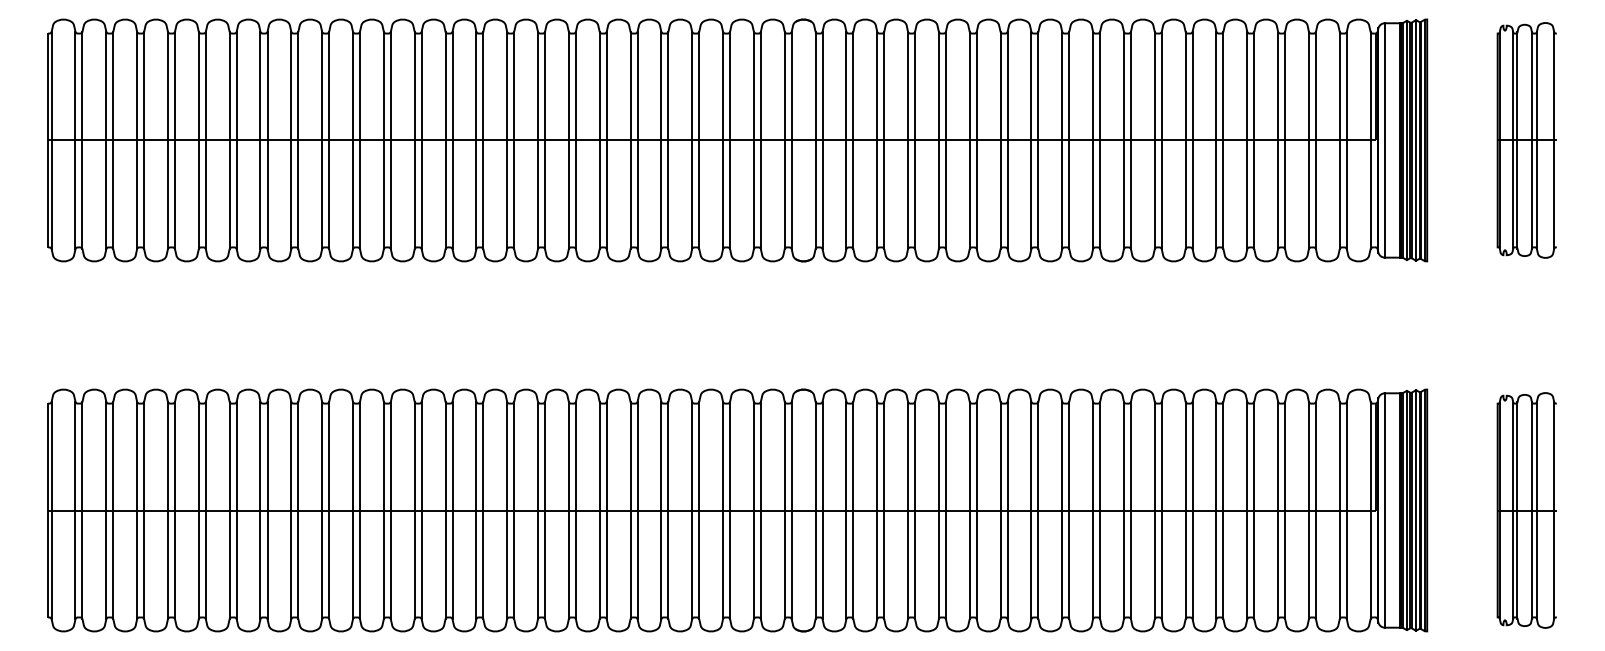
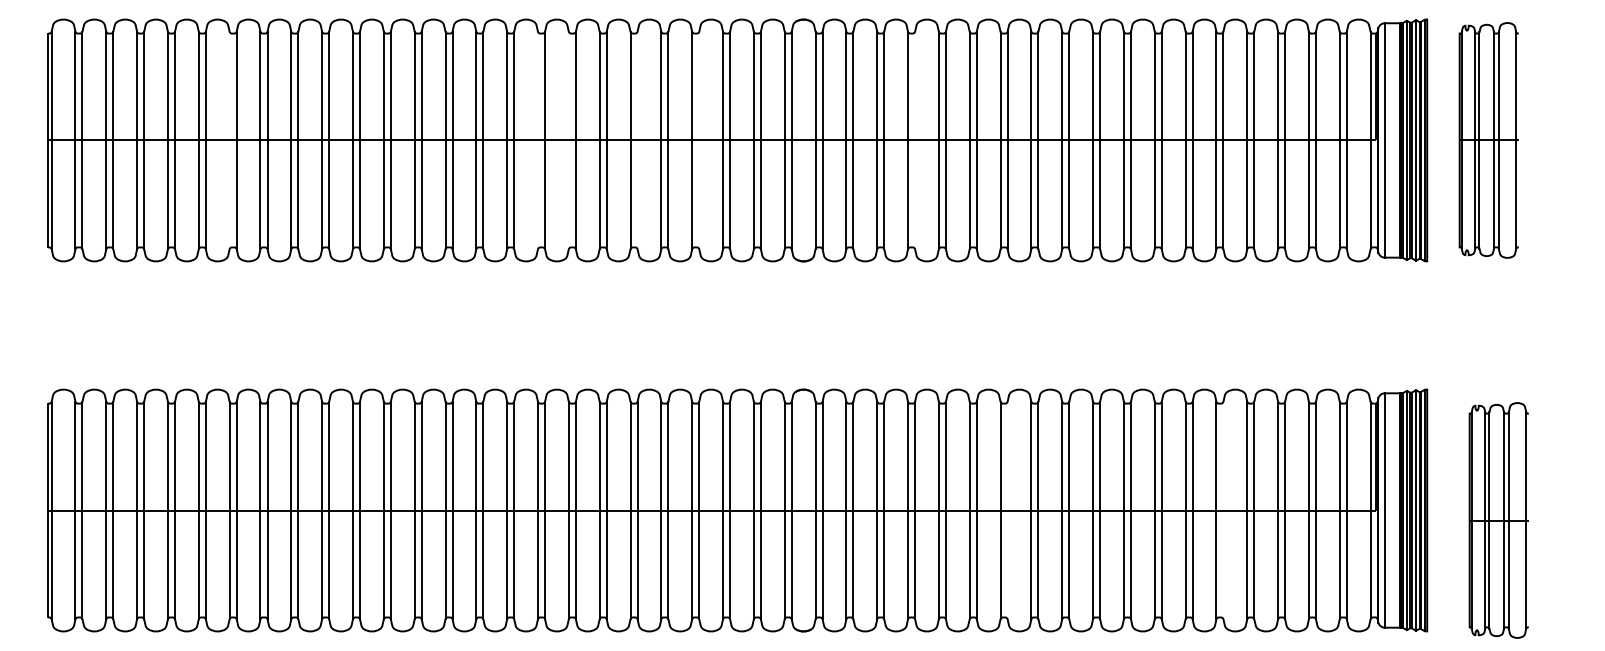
line at (229, 140): present -> none
line at (537, 140): present -> none
line at (568, 140): present -> none
line at (637, 140): present -> none
line at (699, 140): present -> none
line at (915, 140): present -> none
part at (1526, 140) position: (1526, 140) -> (1488, 140)
line at (1007, 510): present -> none
line at (1223, 510): present -> none
part at (1526, 510) position: (1526, 510) -> (1498, 520)
